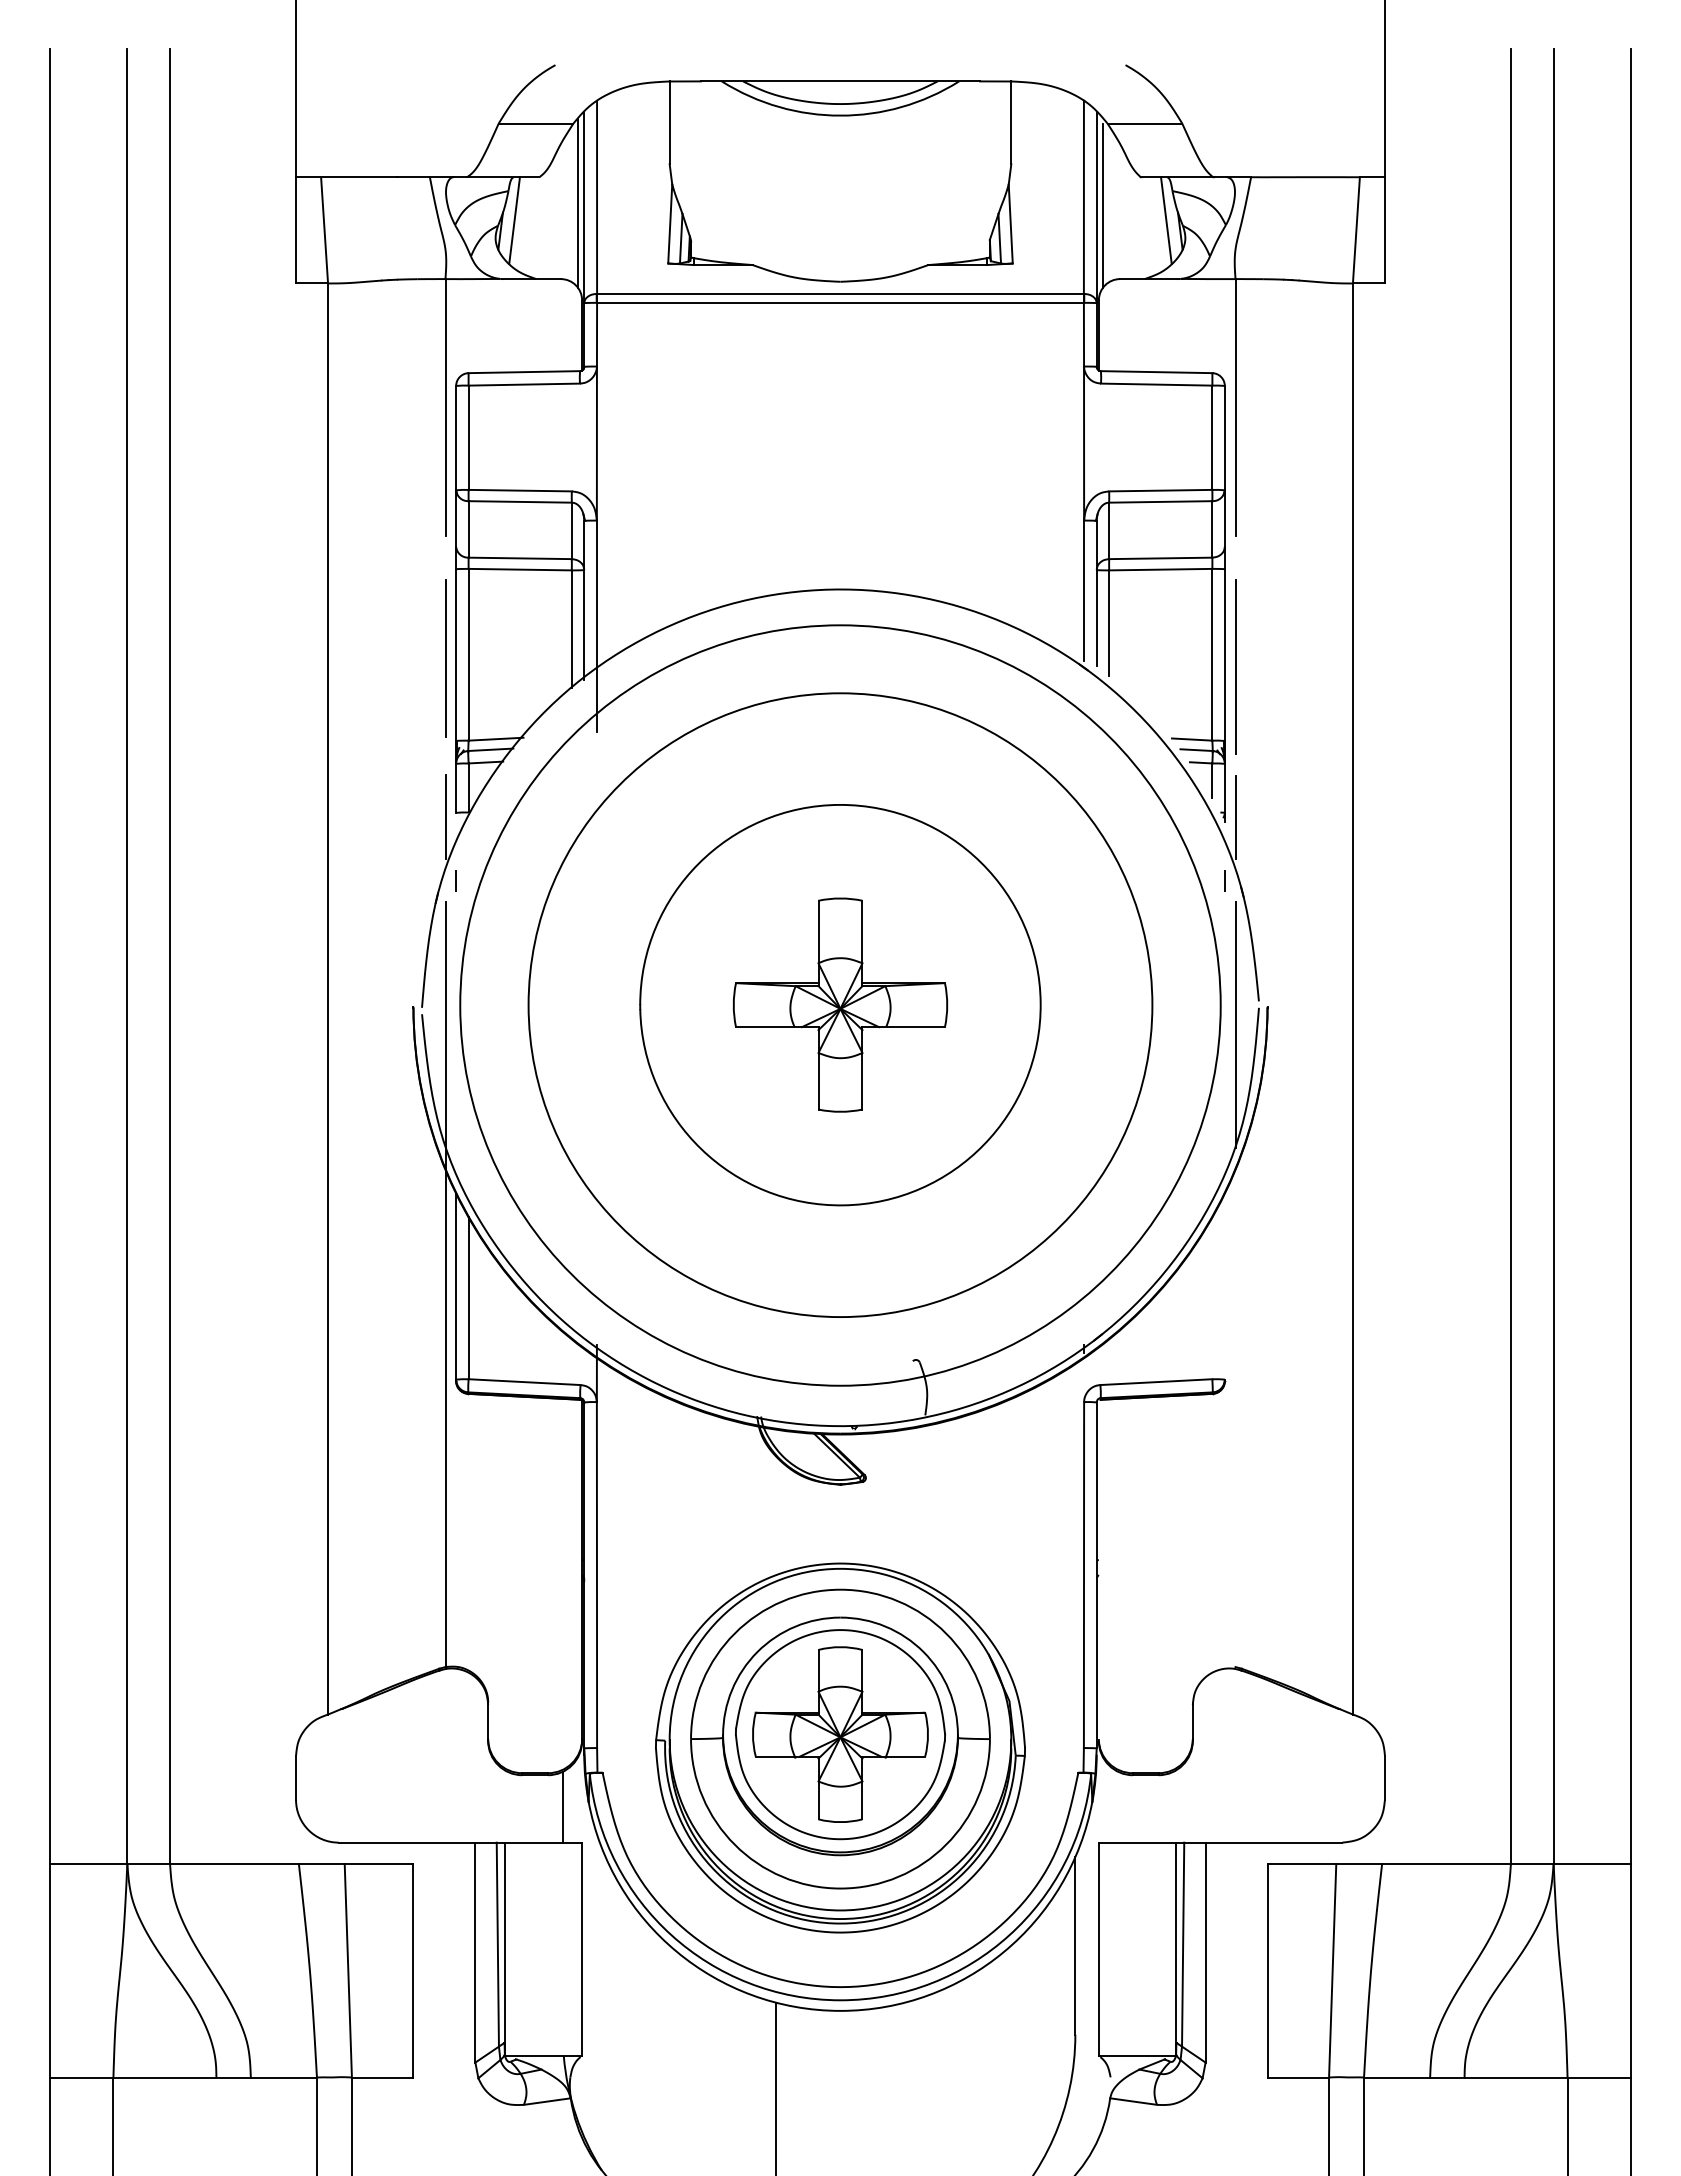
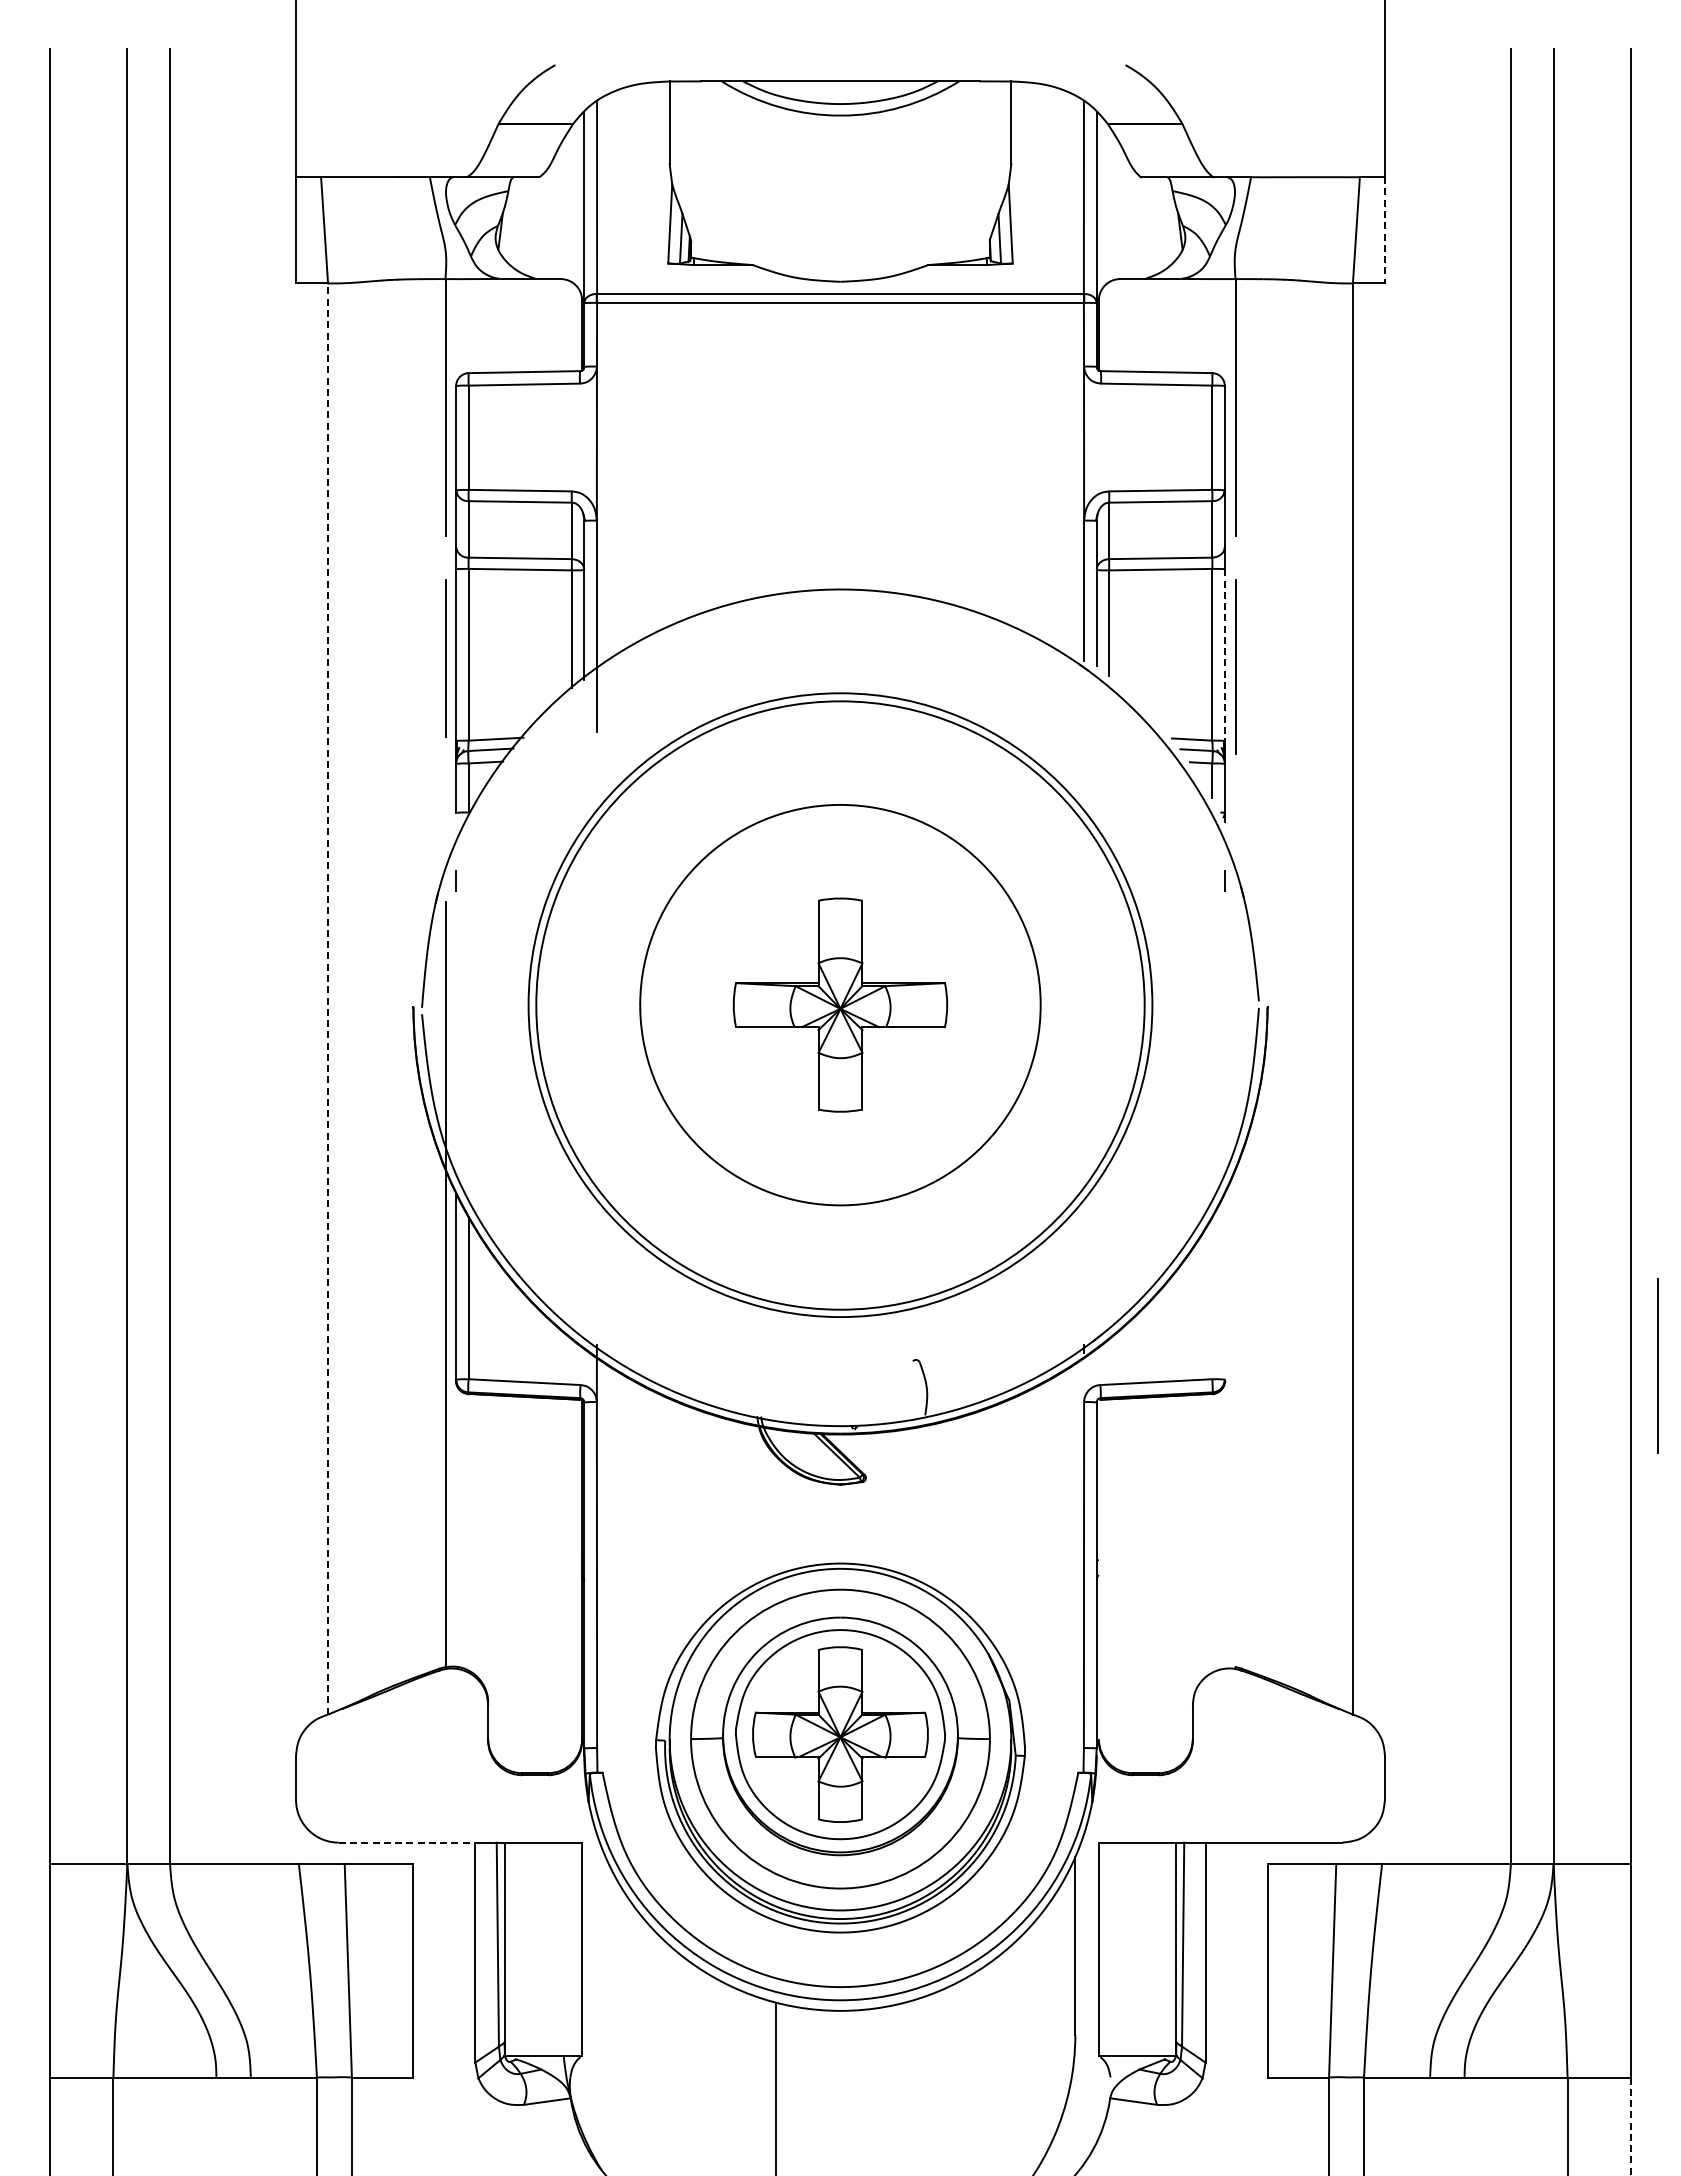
line at (578, 202): present -> none
line at (1102, 205): present -> none
line at (514, 220): present -> none
line at (1166, 220): present -> none
line at (1384, 230): solid -> dashed
line at (1224, 655): solid -> dashed
line at (445, 816): present -> none
line at (1235, 817): present -> none
line at (328, 999): solid -> dashed
circle at (840, 1005) diameter: 760 px -> 608 px
line at (1235, 1025): present -> none
line at (1657, 1365): none -> present
line at (562, 1806): present -> none
line at (407, 1842): solid -> dashed
line at (1630, 2126): solid -> dashed
